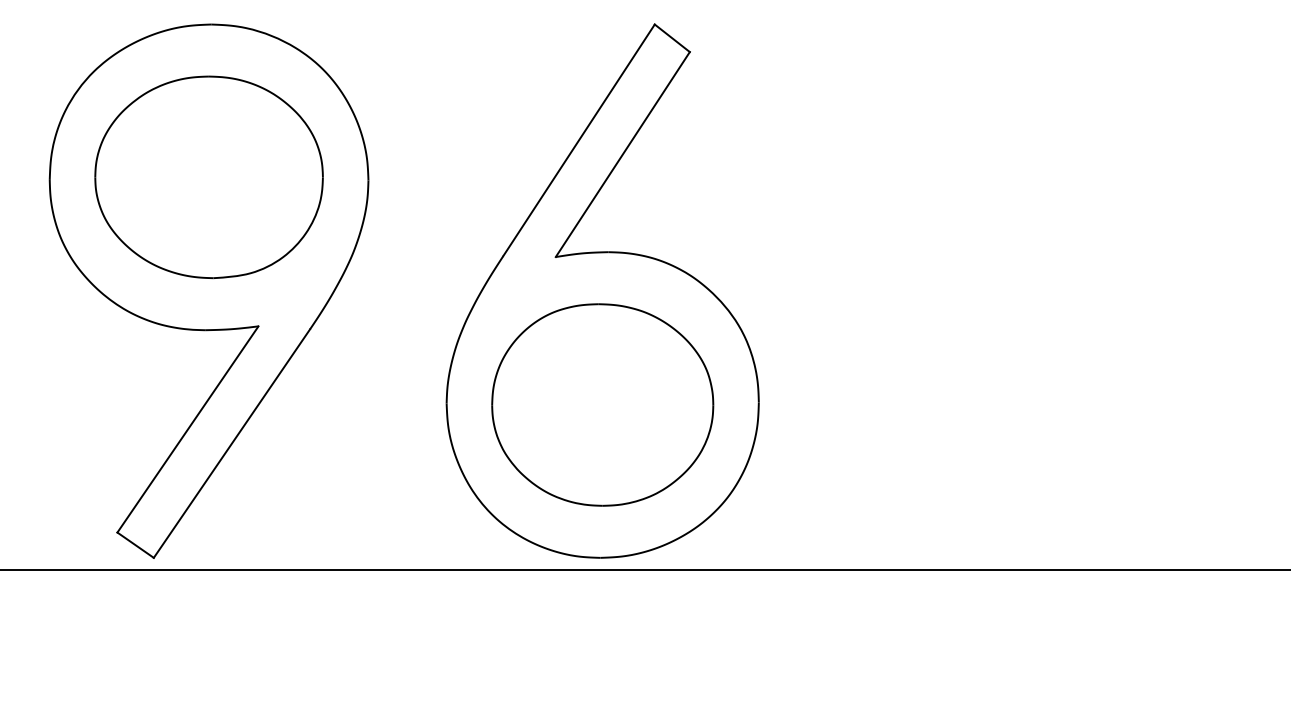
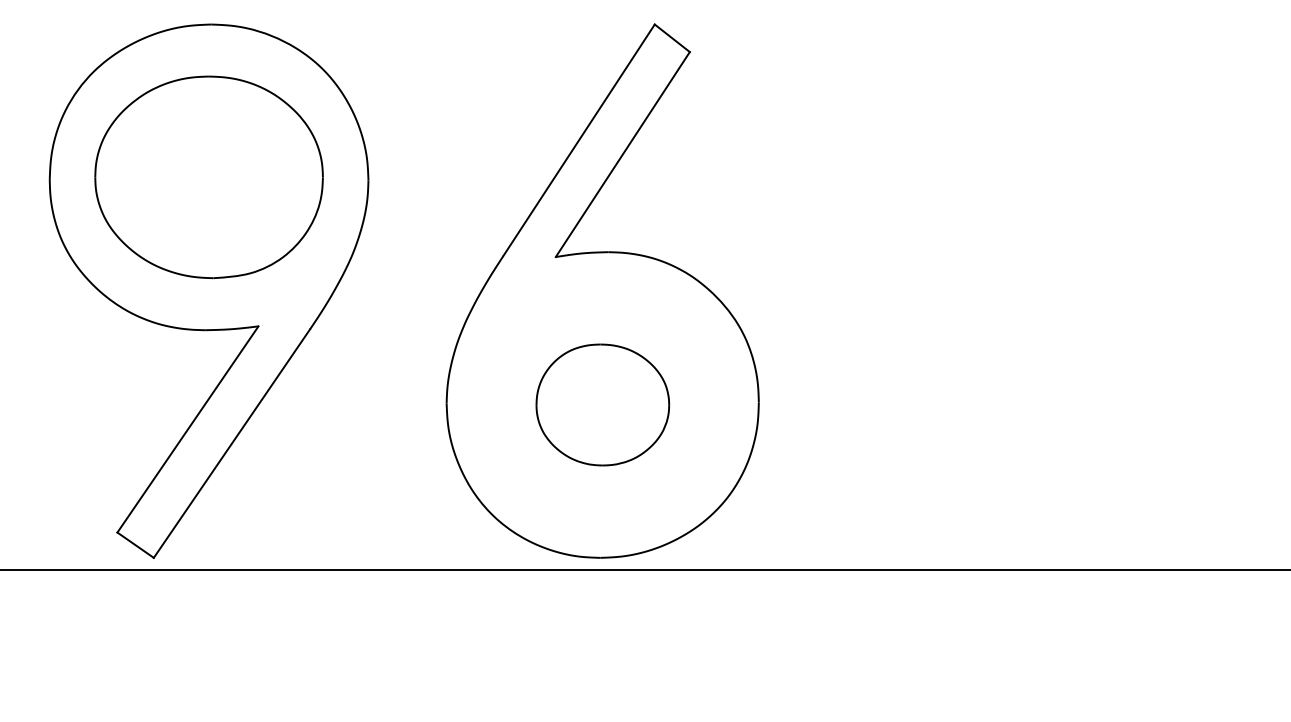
part at (602, 404) size: 224x204 px -> 136x124 px
